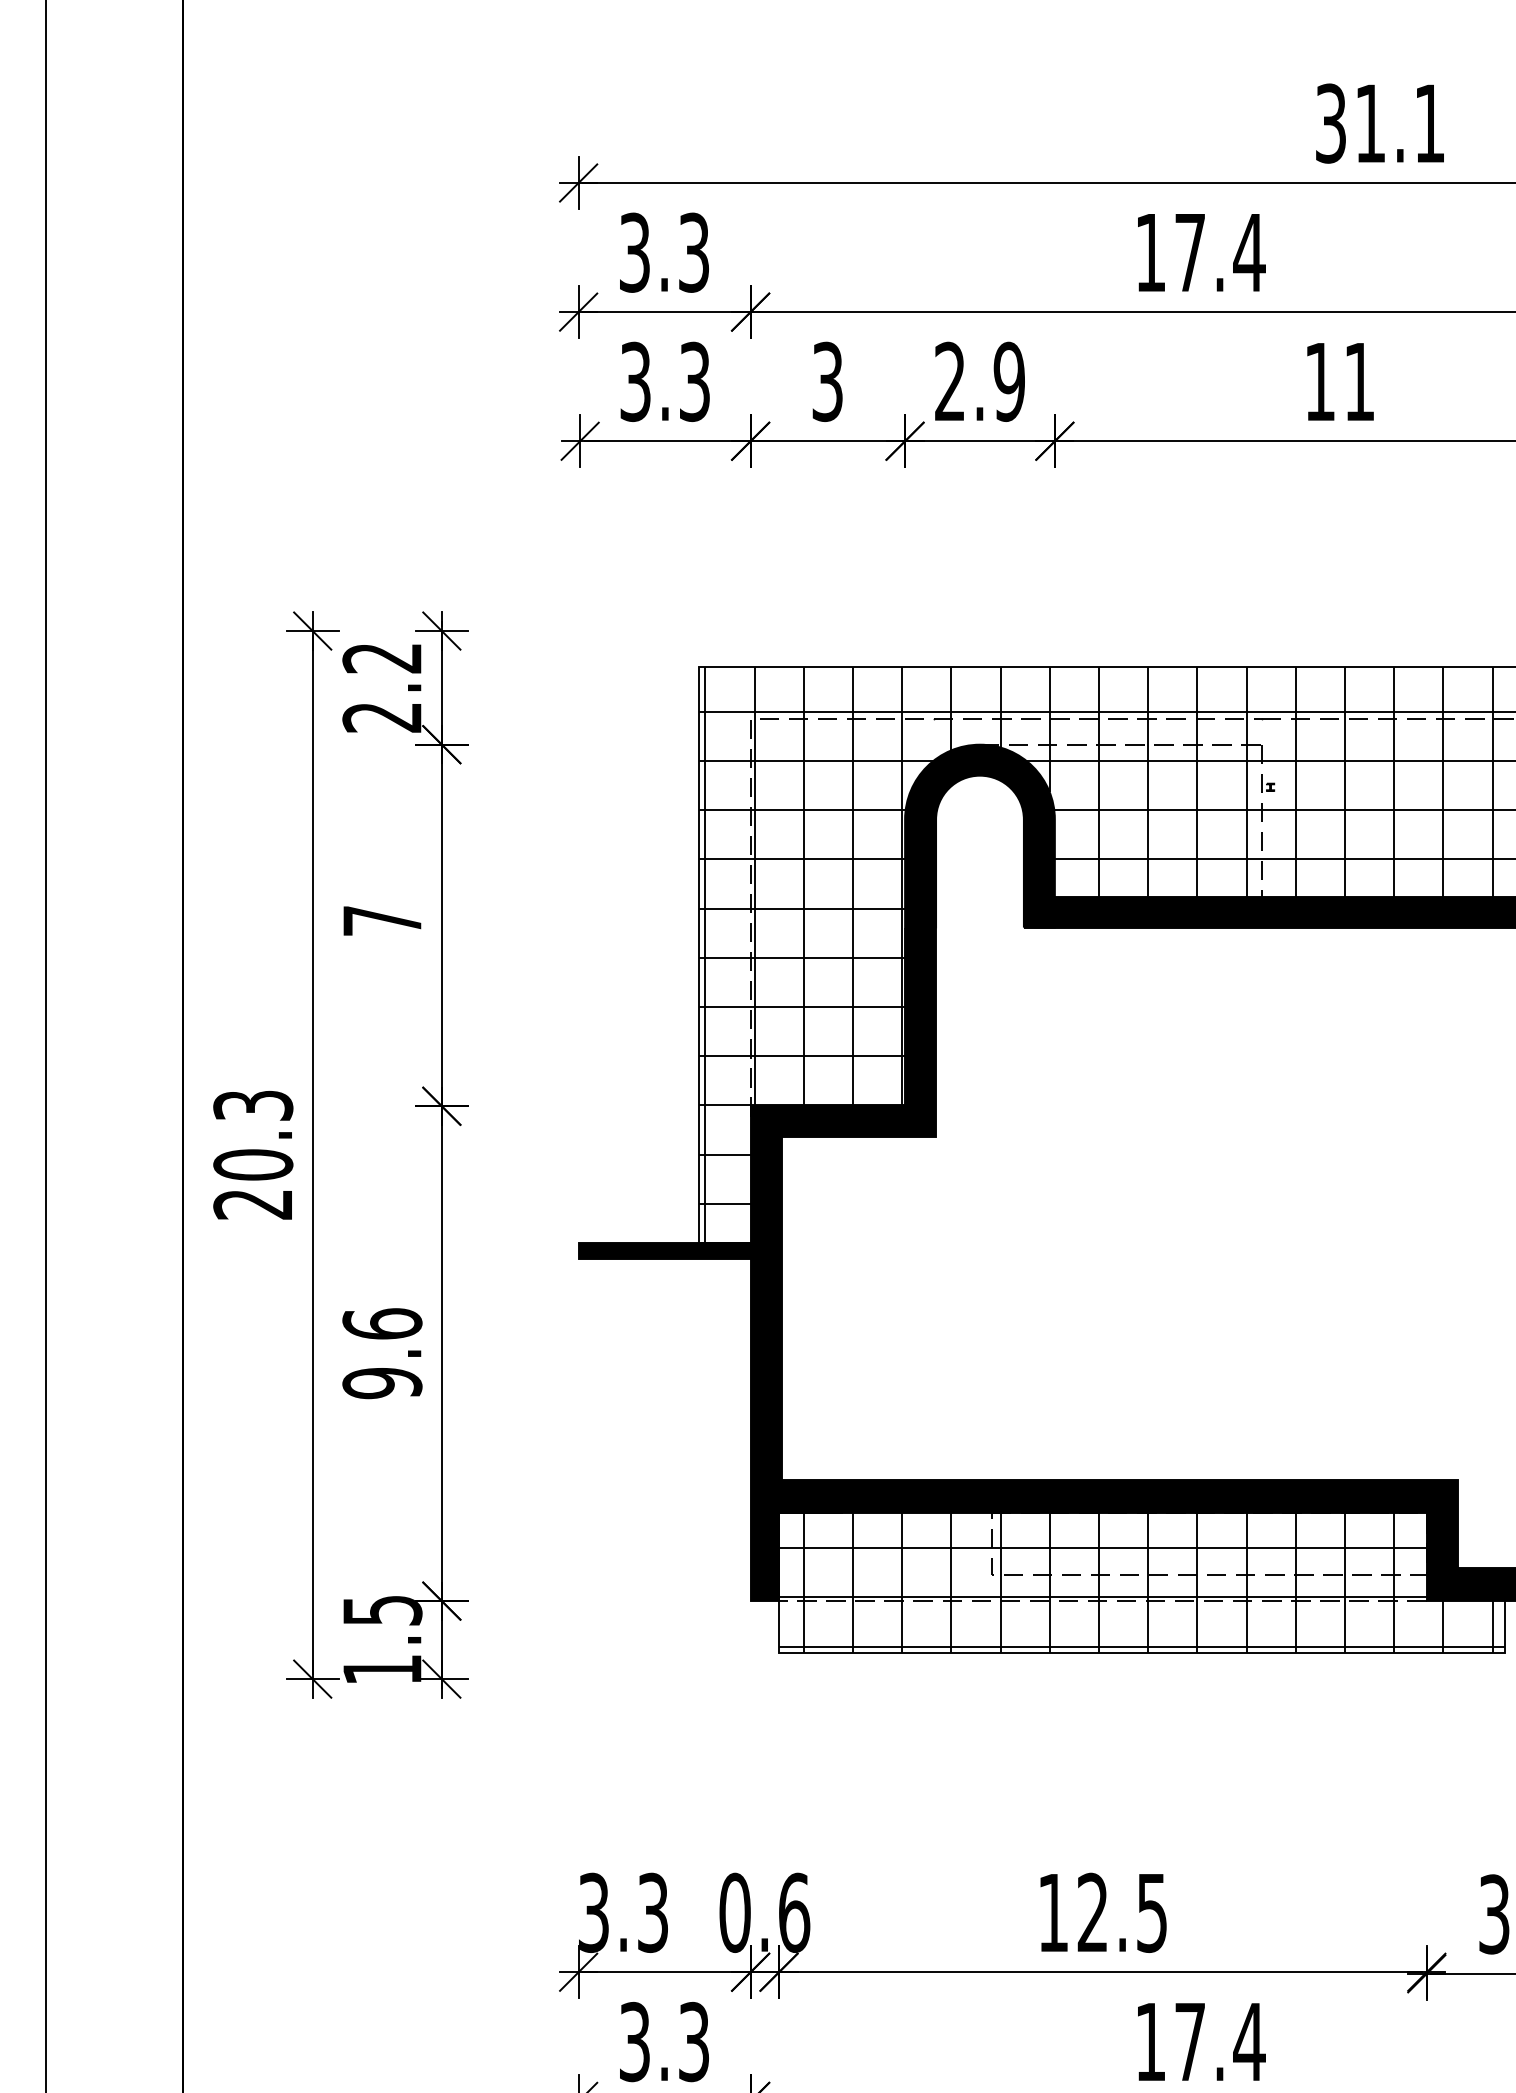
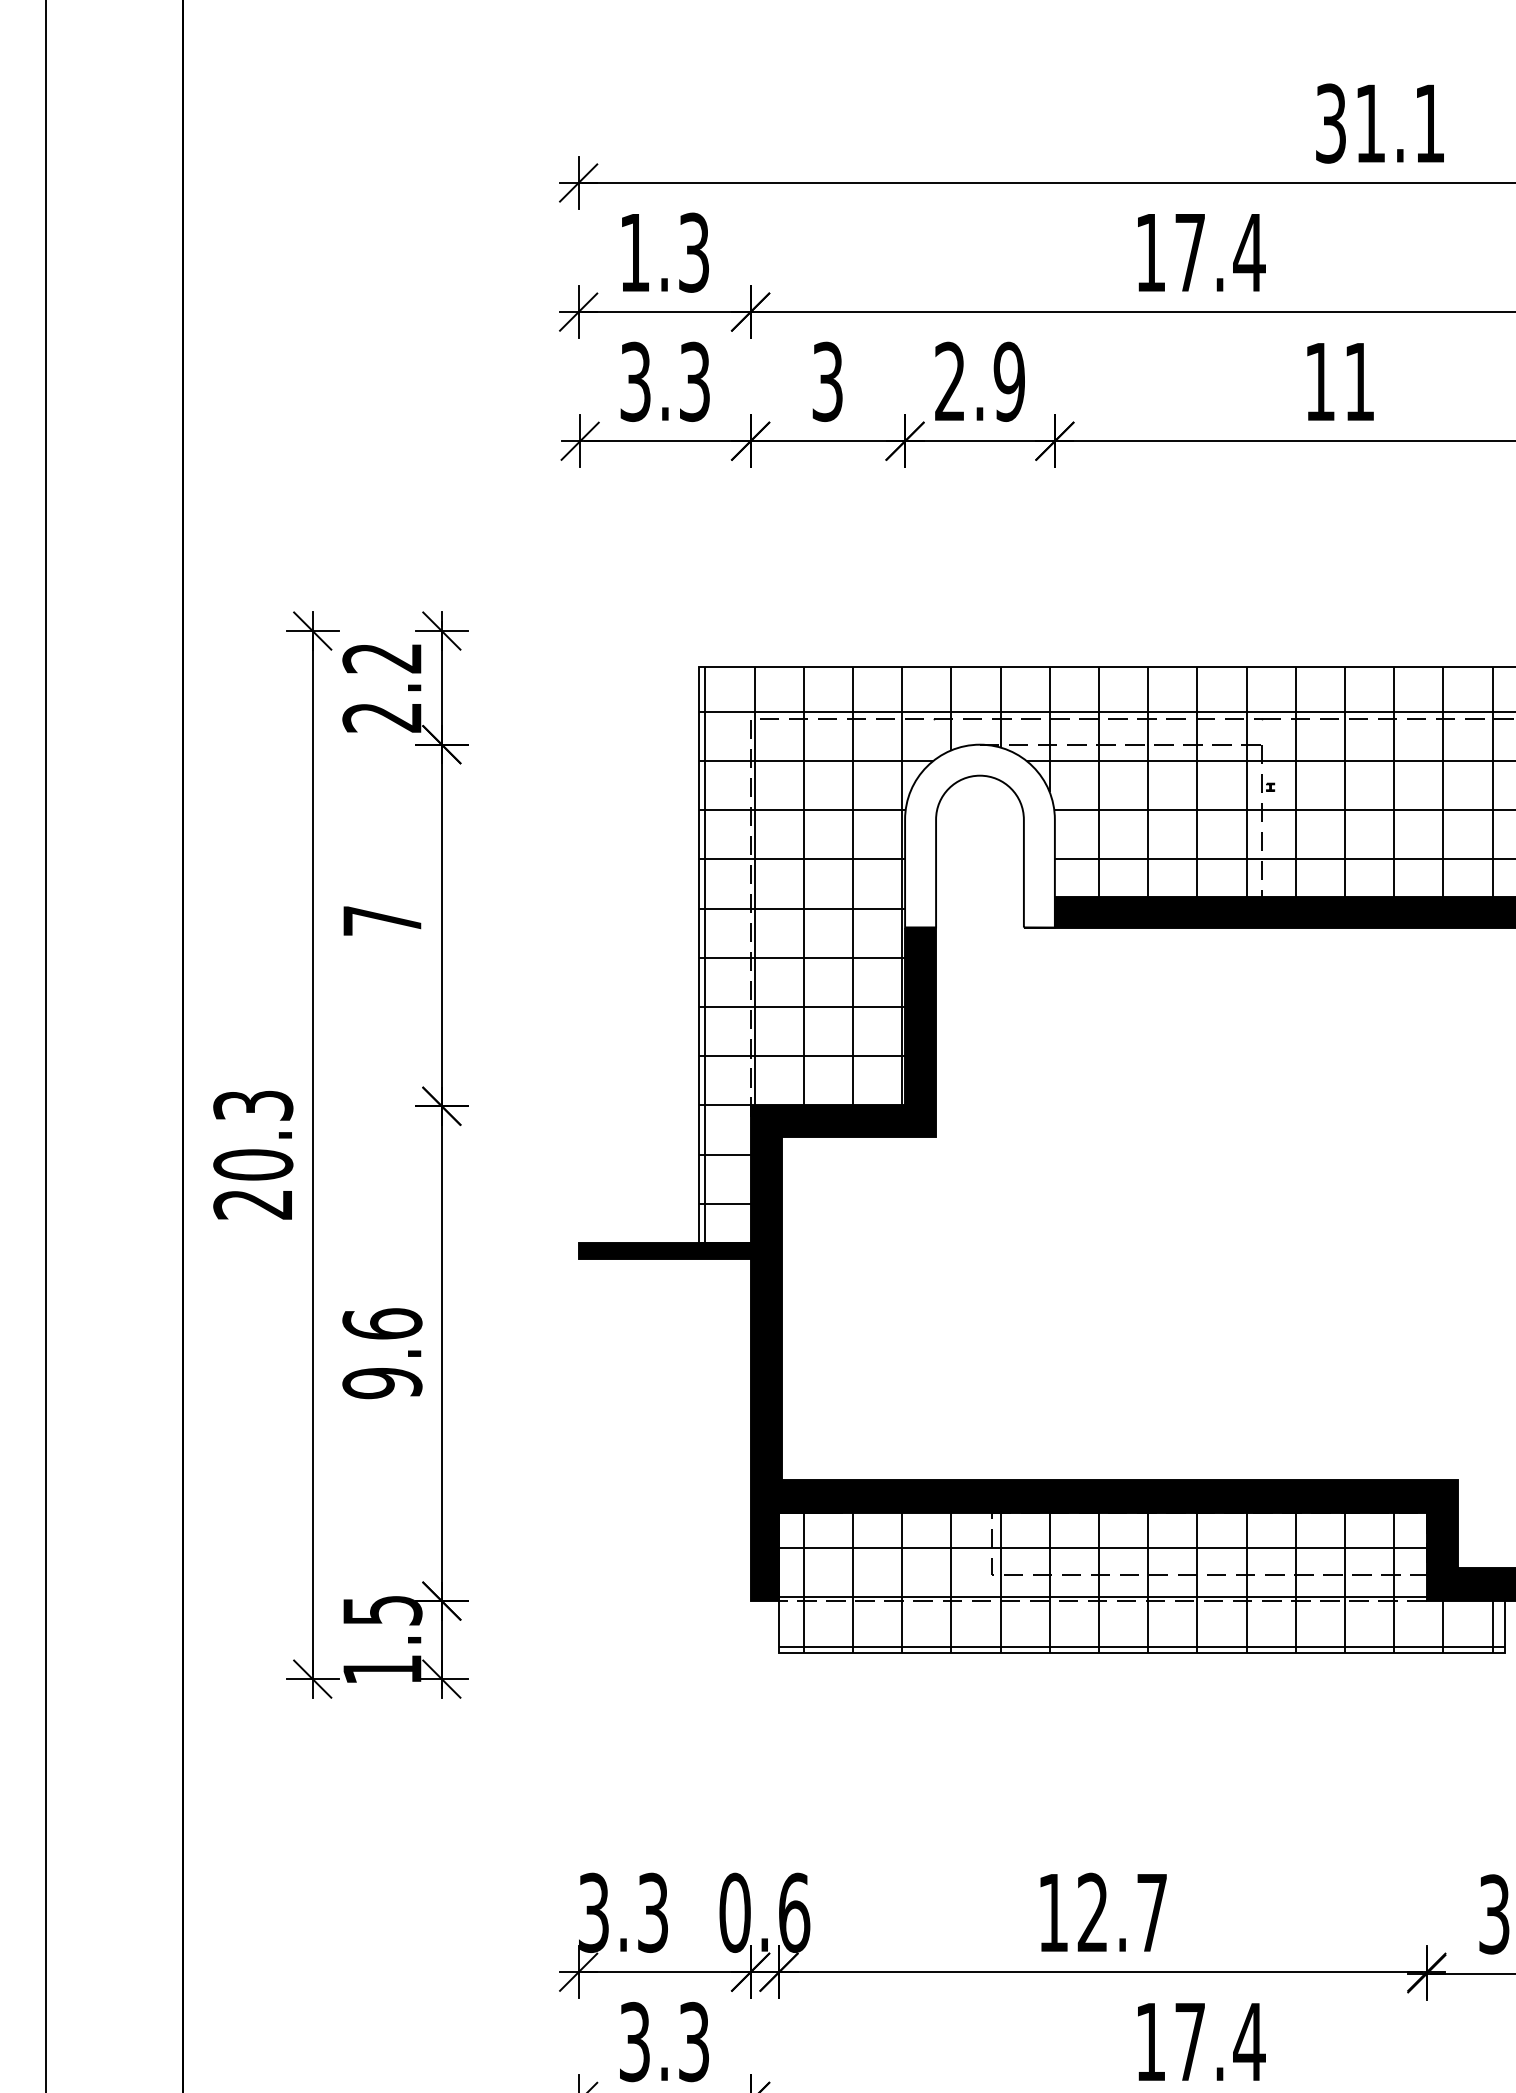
text at (634, 252): 3.3 -> 1.3
fill at (979, 835): present -> none
text at (1151, 1913): 12.5 -> 12.7
